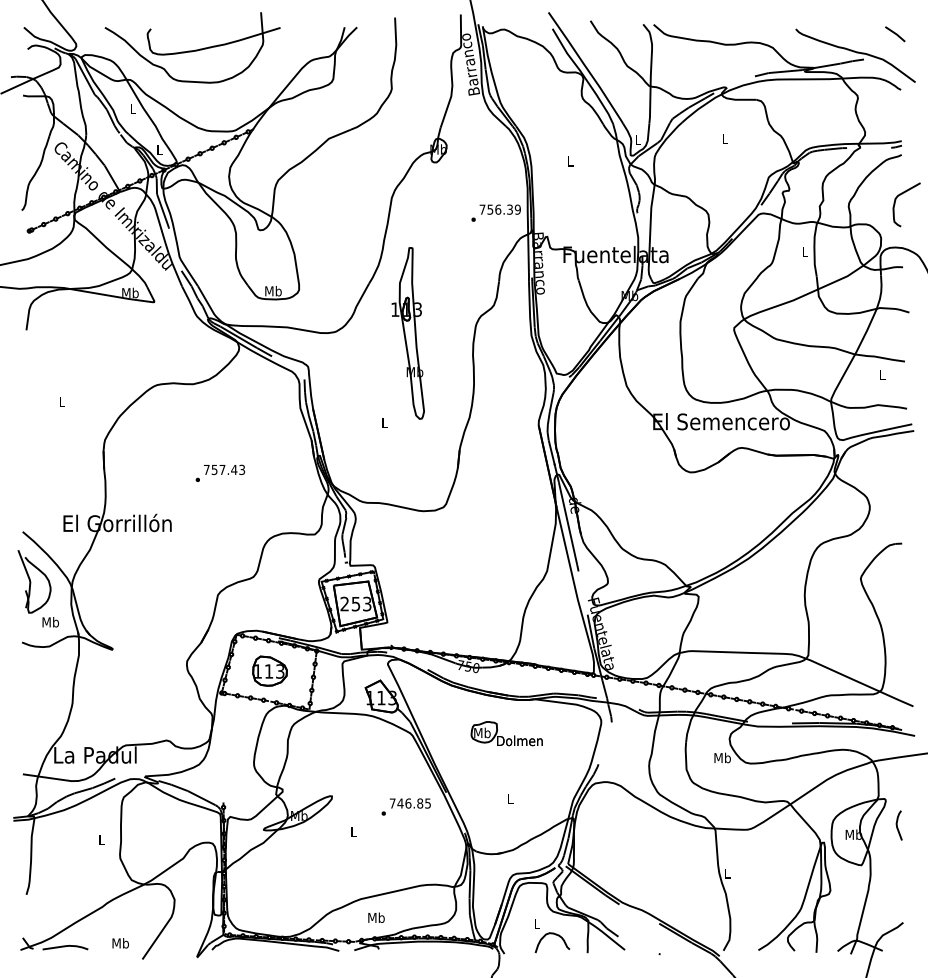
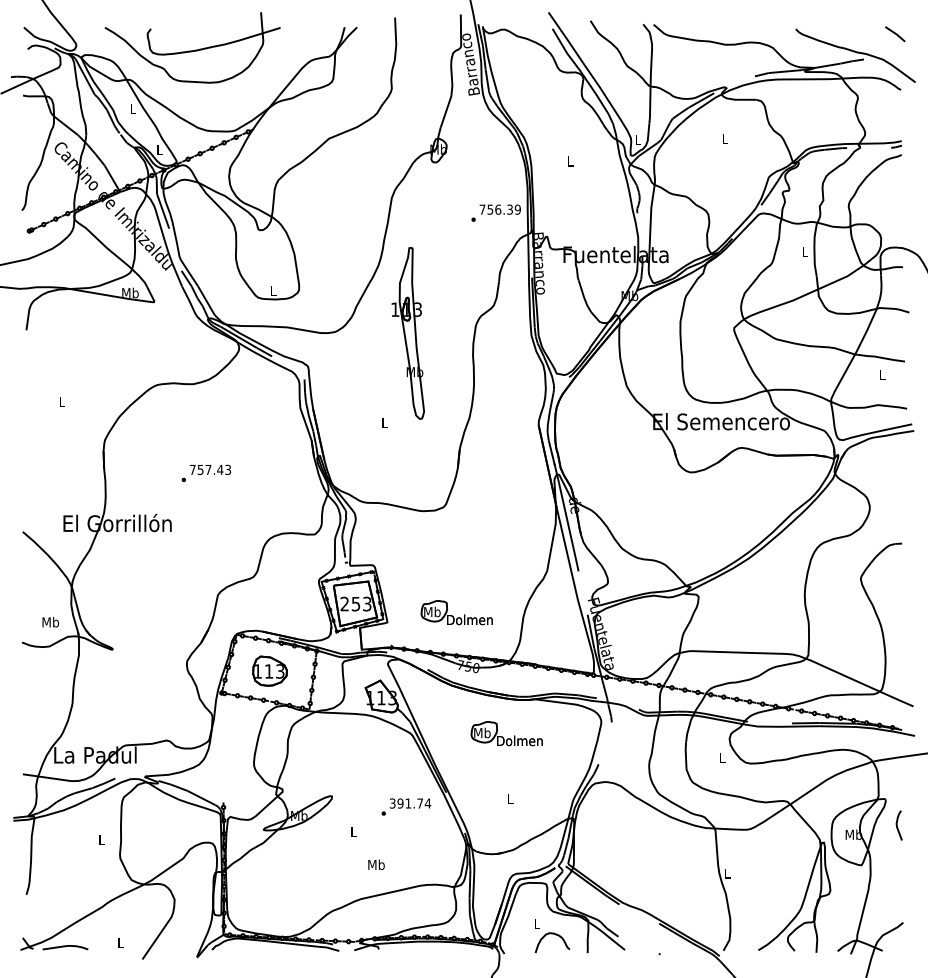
curve at (902, 194): present -> none
text at (273, 291): Mb -> L
text at (219, 472) position: (219, 472) -> (205, 472)
part at (34, 581): present -> none
part at (456, 612): none -> present
text at (722, 757): Mb -> L
text at (410, 803): 746.85 -> 391.74
text at (376, 917) position: (376, 917) -> (376, 864)
text at (120, 943): Mb -> L
